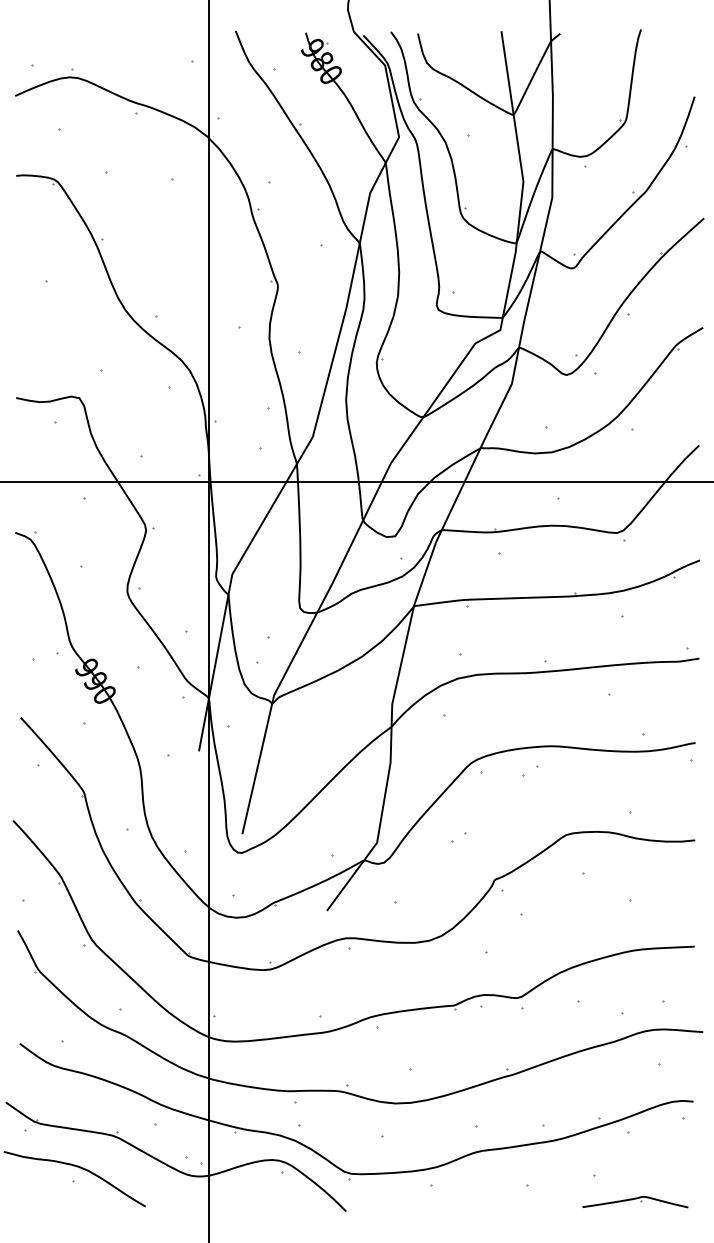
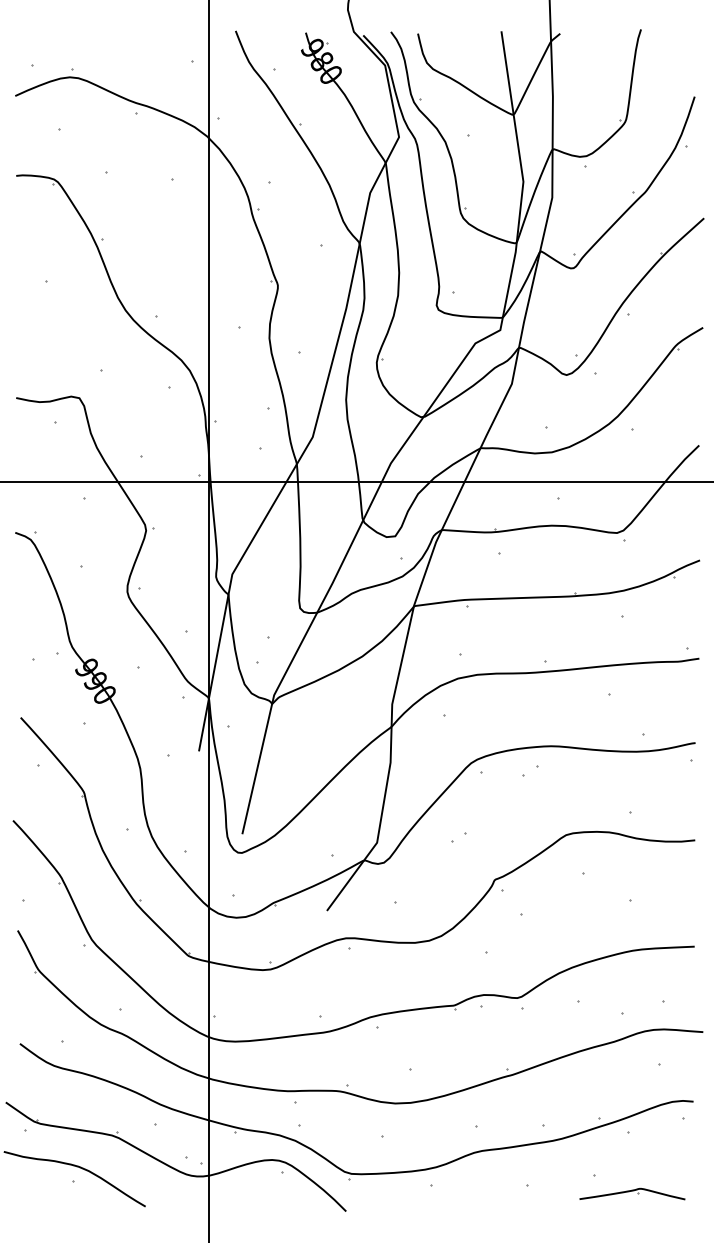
part at (635, 1201) position: (635, 1201) -> (632, 1193)
